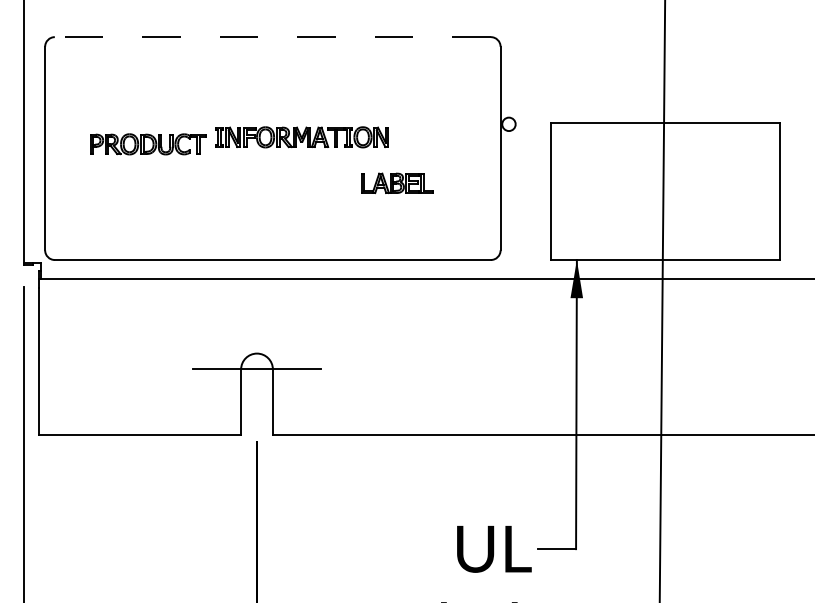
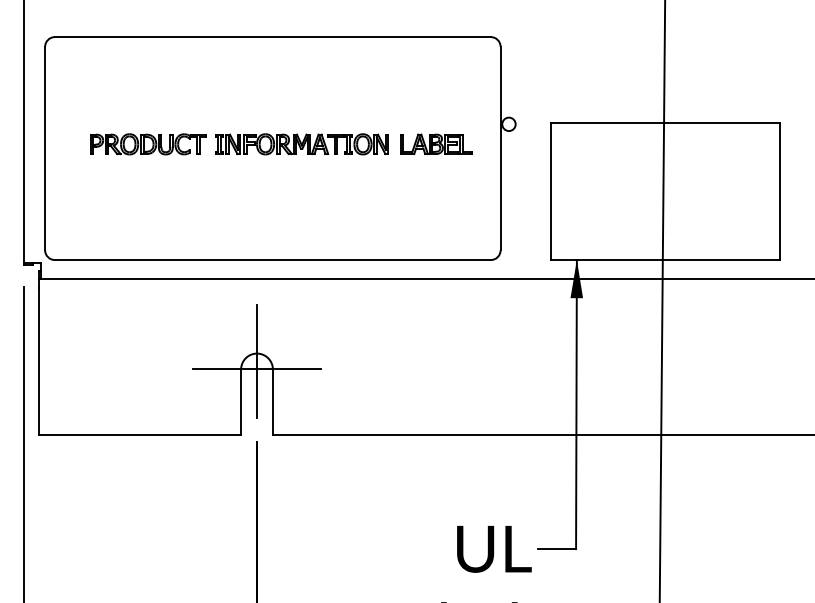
line at (272, 37): dashed -> solid
part at (301, 137) position: (301, 137) -> (301, 144)
part at (397, 182) position: (397, 182) -> (436, 143)
line at (257, 361): none -> present
